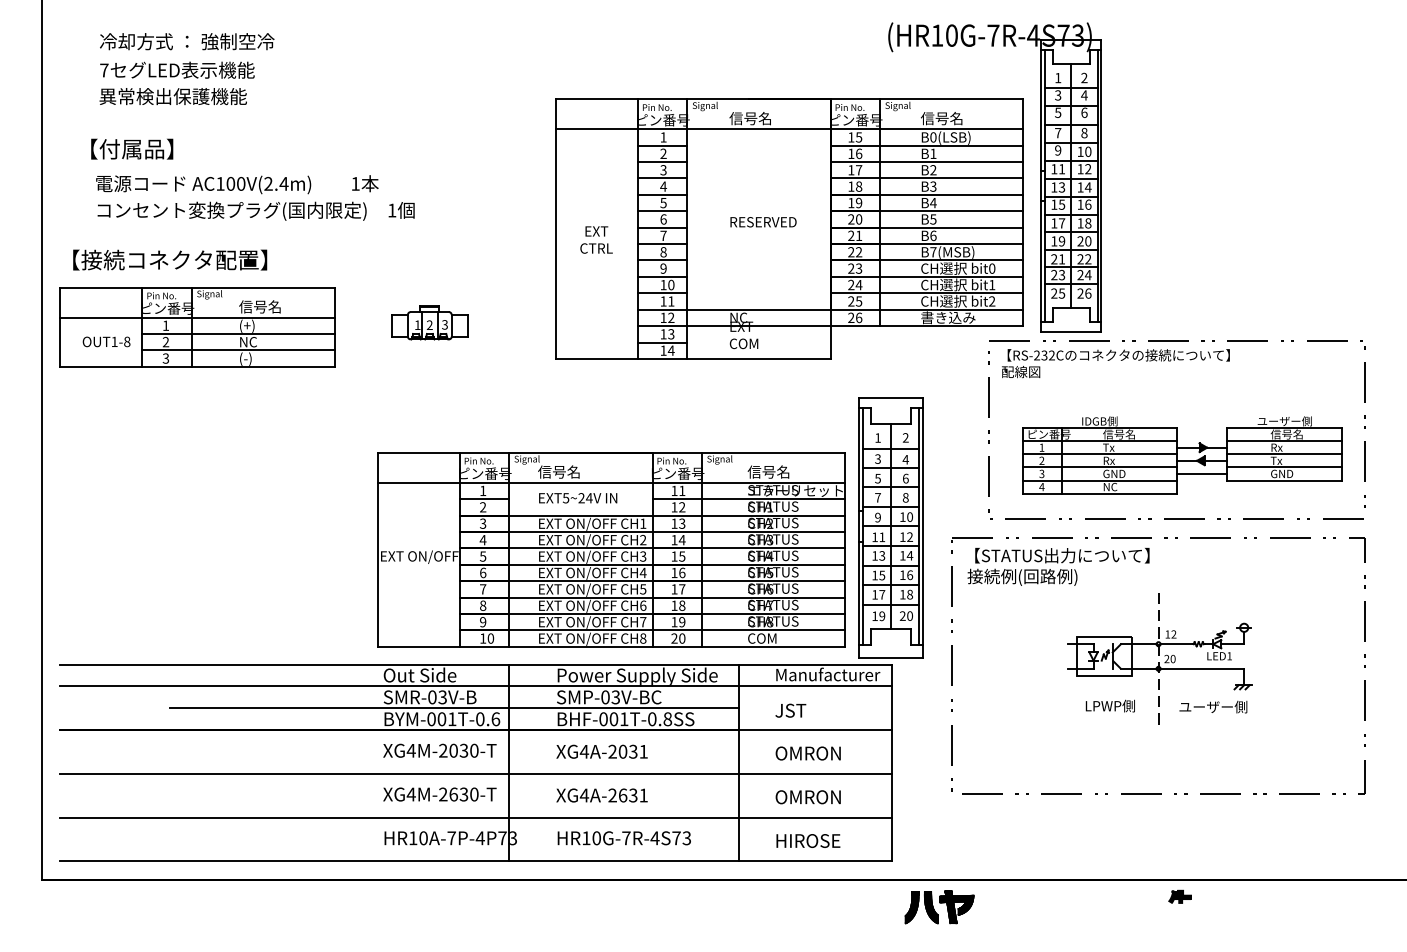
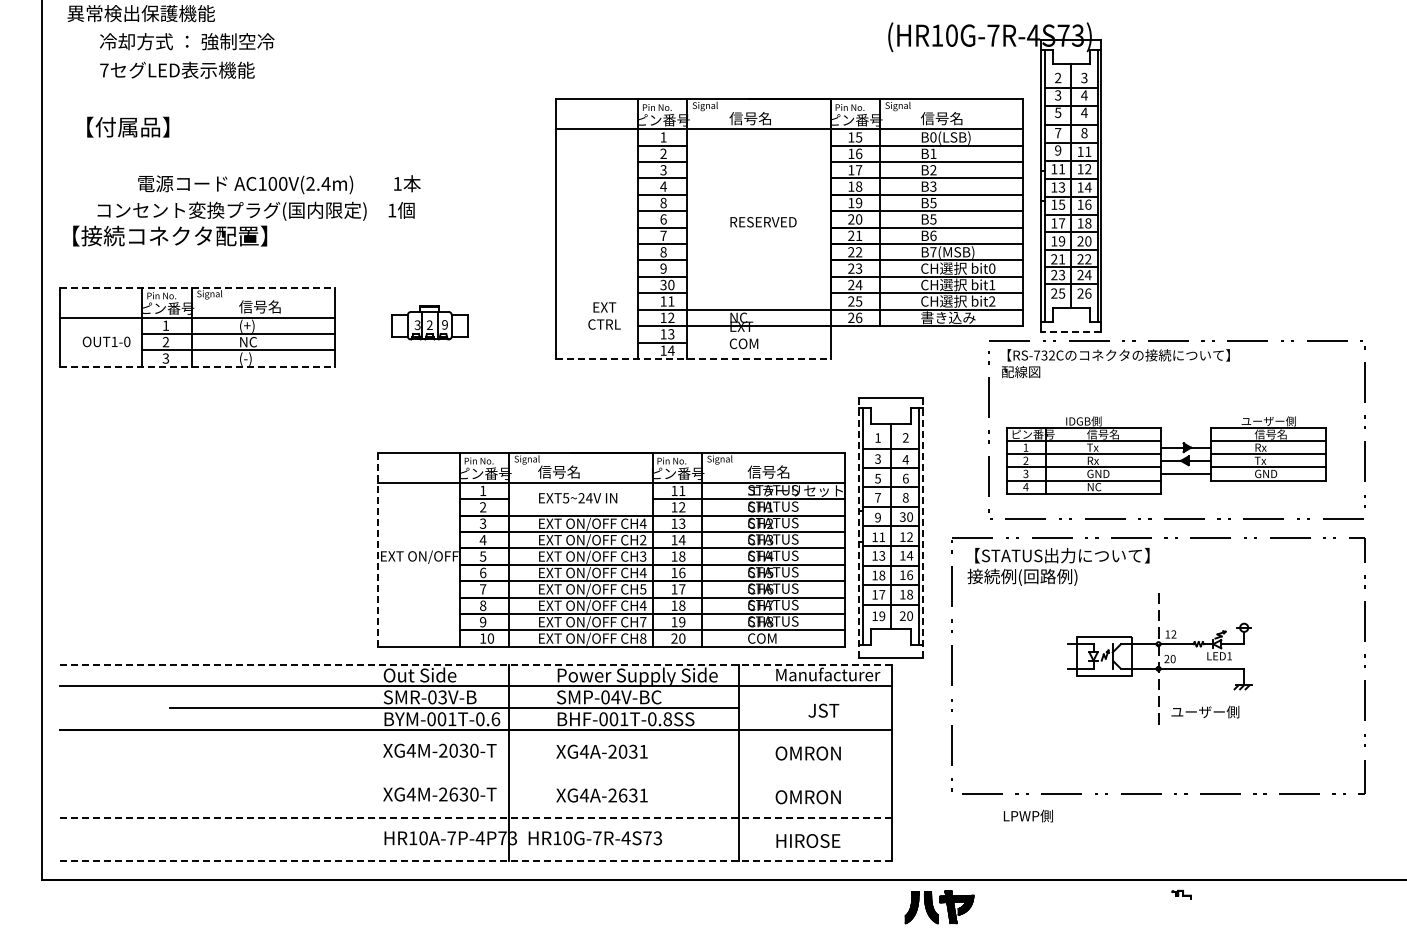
text at (1058, 77): 1 -> 2
text at (1084, 78): 2 -> 3
text at (172, 96) position: (172, 96) -> (140, 13)
text at (1084, 112): 6 -> 4
text at (132, 148) position: (132, 148) -> (128, 126)
text at (1088, 151): 10 -> 11
text at (237, 184) position: (237, 184) -> (279, 184)
text at (663, 202): 5 -> 8
text at (933, 203): B4 -> B5
text at (596, 239) position: (596, 239) -> (604, 315)
text at (170, 259) position: (170, 259) -> (170, 235)
text at (663, 284): 10 -> 30
line at (198, 287): solid -> dashed
text at (444, 324): 3 -> 9
text at (417, 325): 1 -> 3
line at (1071, 331): solid -> dashed
text at (127, 341): OUT1-8 -> OUT1-0
text at (1037, 355): RS-232C -> RS-732C
line at (693, 358): solid -> dashed
line at (198, 366): solid -> dashed
part at (1182, 455) position: (1182, 455) -> (1166, 455)
text at (902, 516): 10 -> 30
text at (642, 523): CH1 -> CH4
line at (858, 527): solid -> dashed
line at (923, 528): solid -> dashed
line at (377, 550): solid -> dashed
text at (682, 556): 15 -> 18
text at (882, 575): 15 -> 18
text at (642, 605): CH6 -> CH4
line at (476, 664): solid -> dashed
text at (615, 697): SMP-03V-BC -> SMP-04V-BC
text at (1109, 705) position: (1109, 705) -> (1027, 815)
text at (1213, 706) position: (1213, 706) -> (1205, 711)
text at (790, 710) position: (790, 710) -> (823, 710)
line at (476, 773): present -> none
line at (476, 817): solid -> dashed
text at (623, 838) position: (623, 838) -> (594, 838)
line at (476, 861): solid -> dashed
fill at (1179, 896): present -> none
